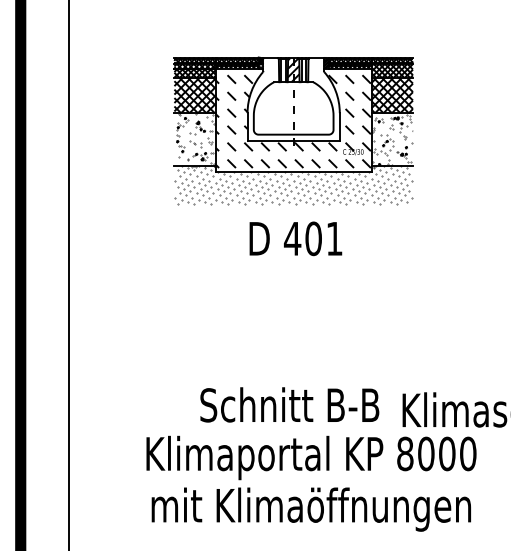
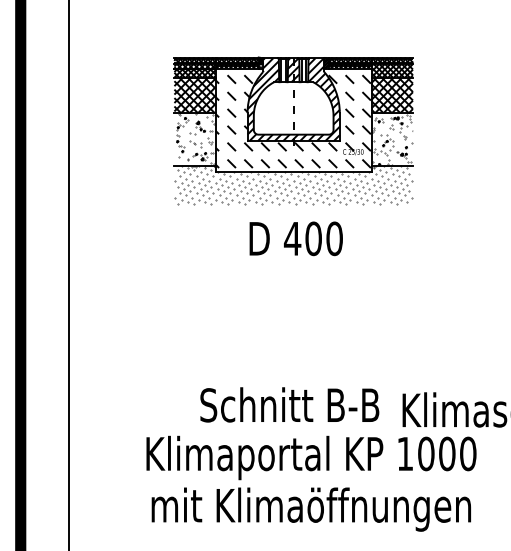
hatch at (293, 99): none -> present
text at (334, 238): 401 -> 400
text at (405, 453): 8000 -> 1000
